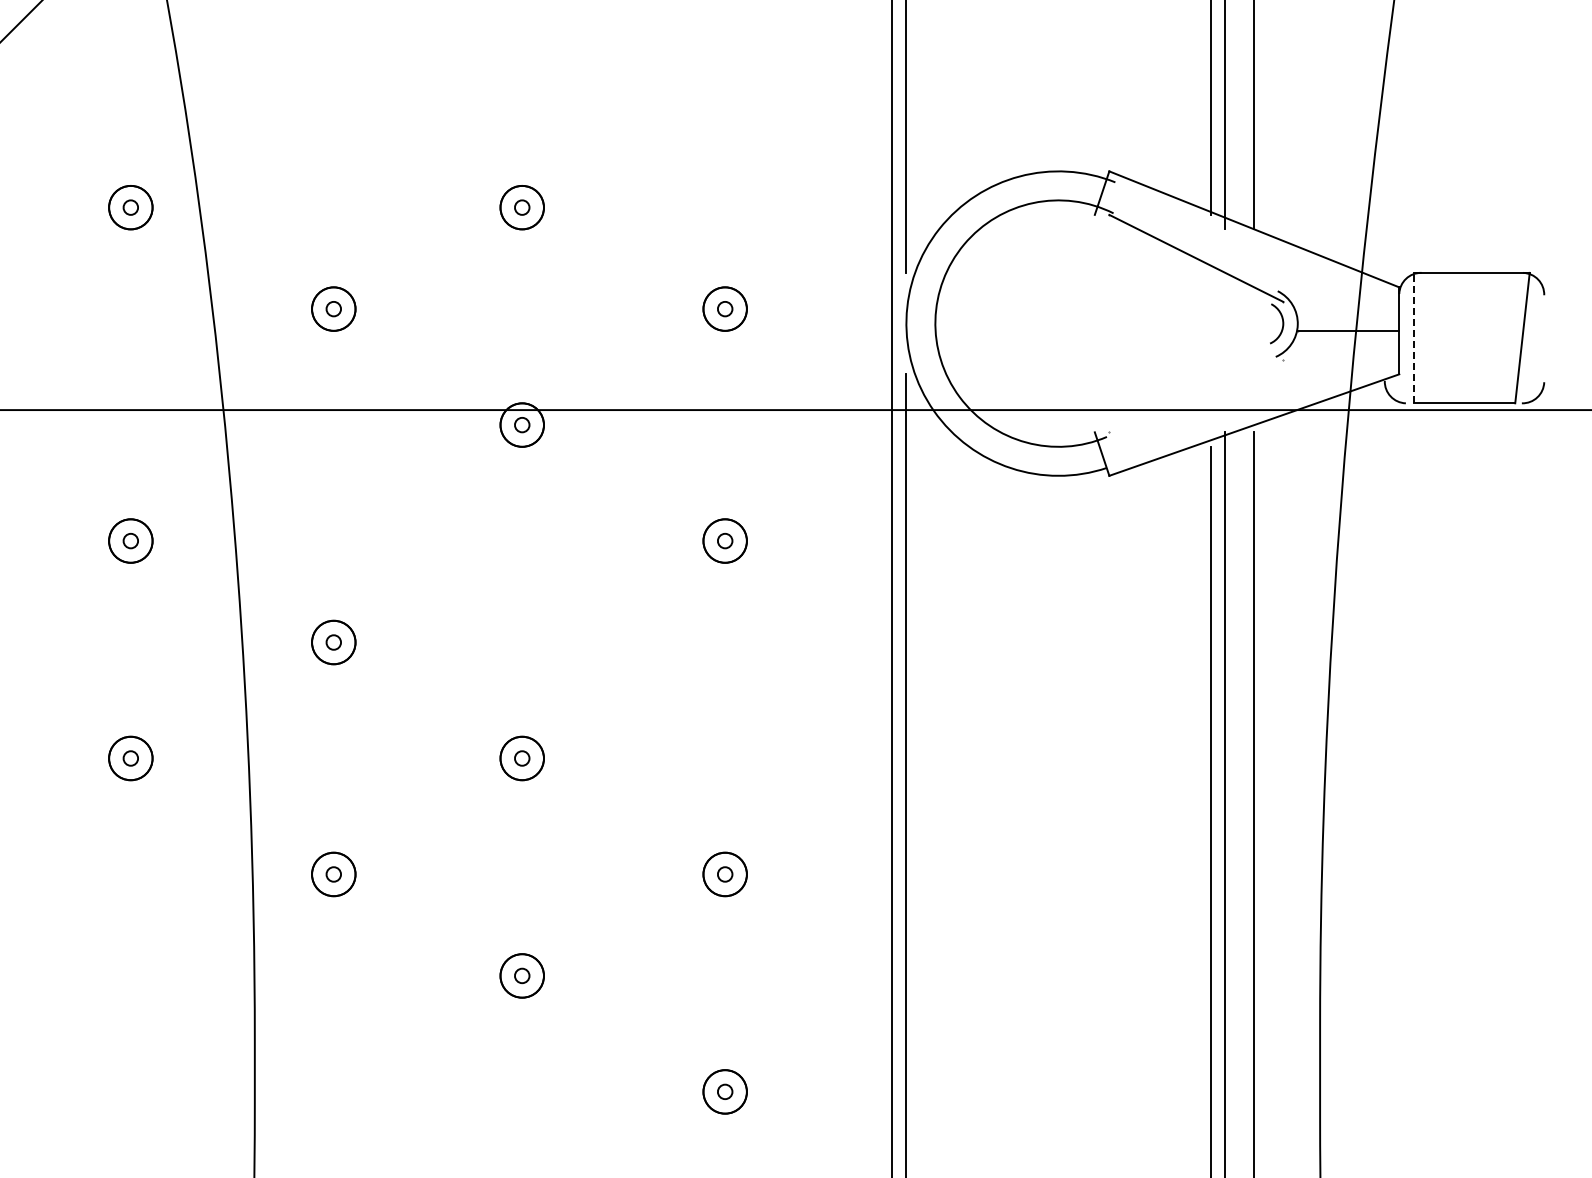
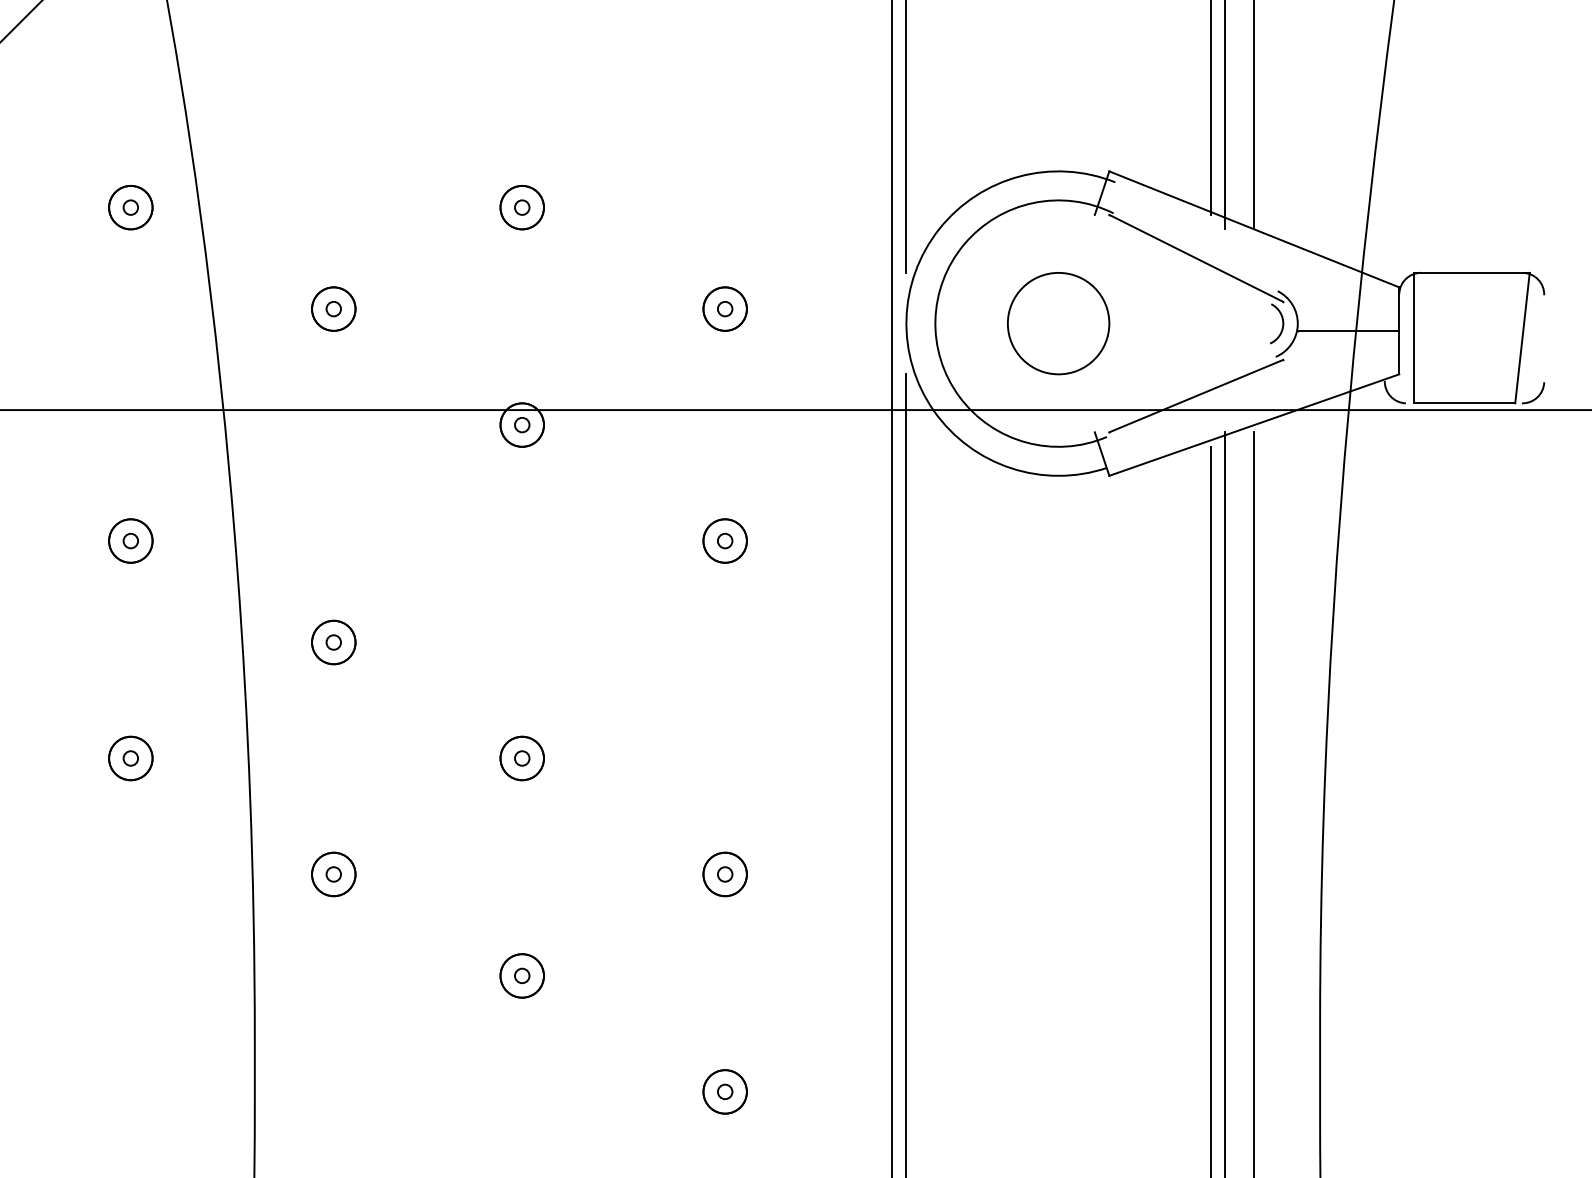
part at (1058, 323): none -> present
line at (1413, 337): dashed -> solid
line at (1196, 395): none -> present
